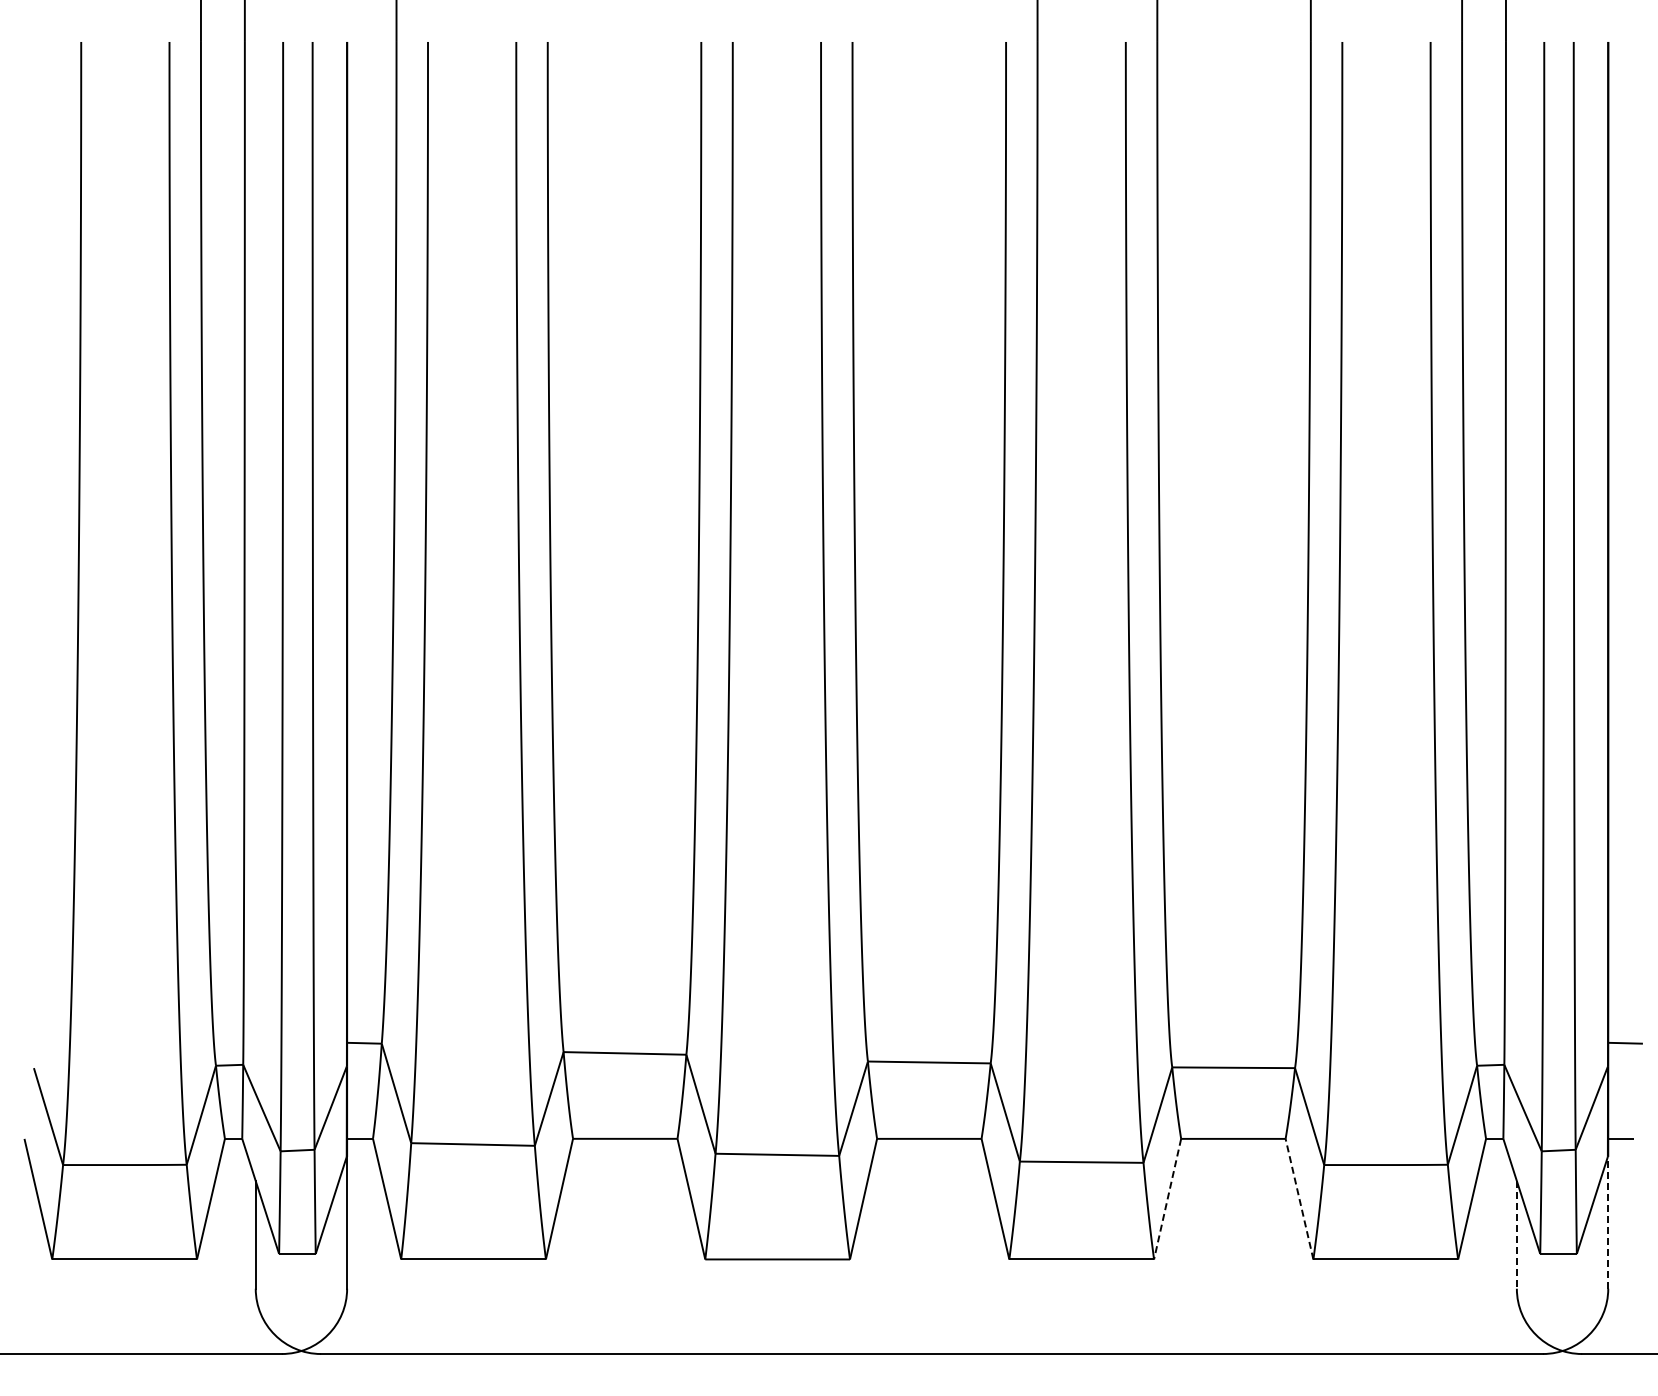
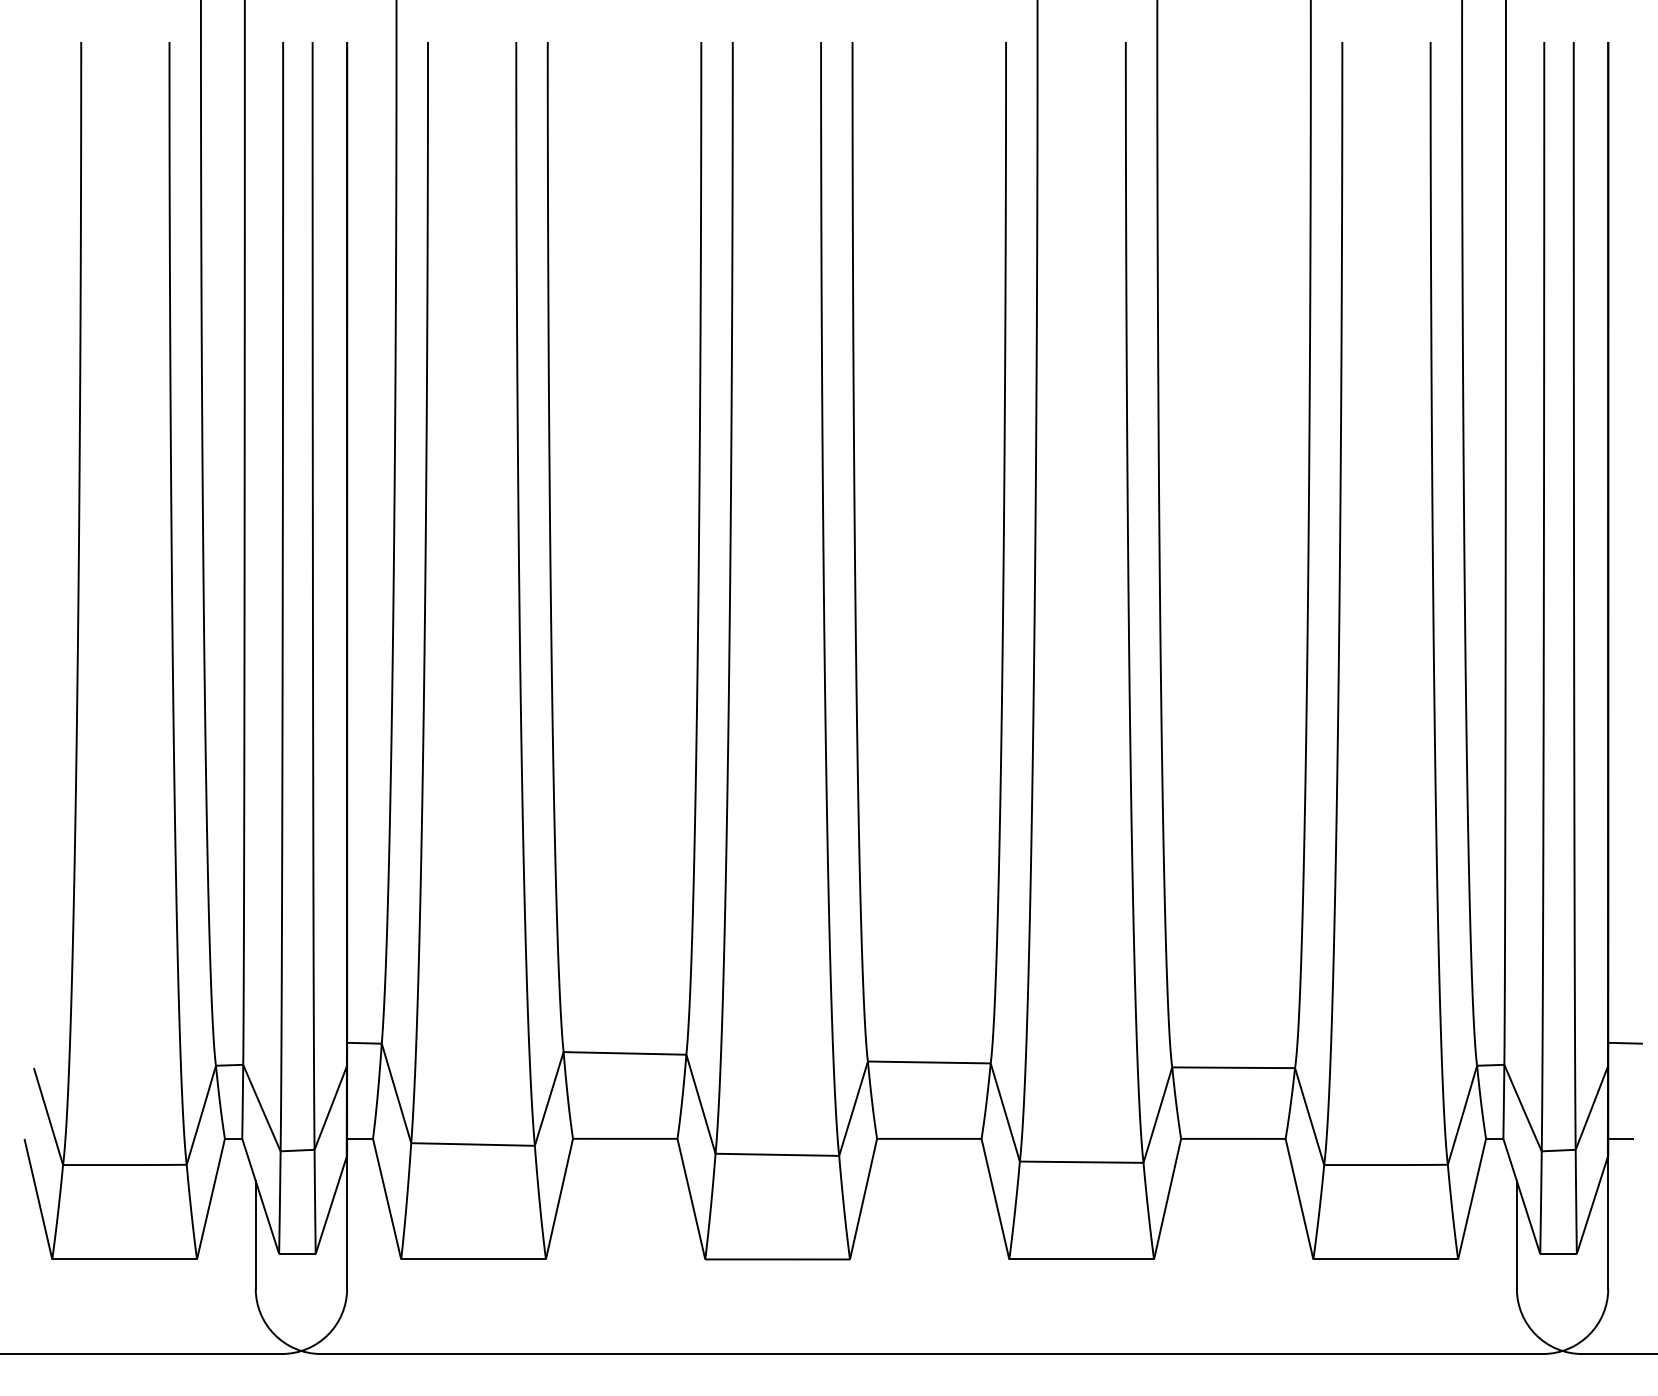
line at (1167, 1199): dashed -> solid
line at (1299, 1199): dashed -> solid
line at (1608, 1222): dashed -> solid
line at (1516, 1234): dashed -> solid
